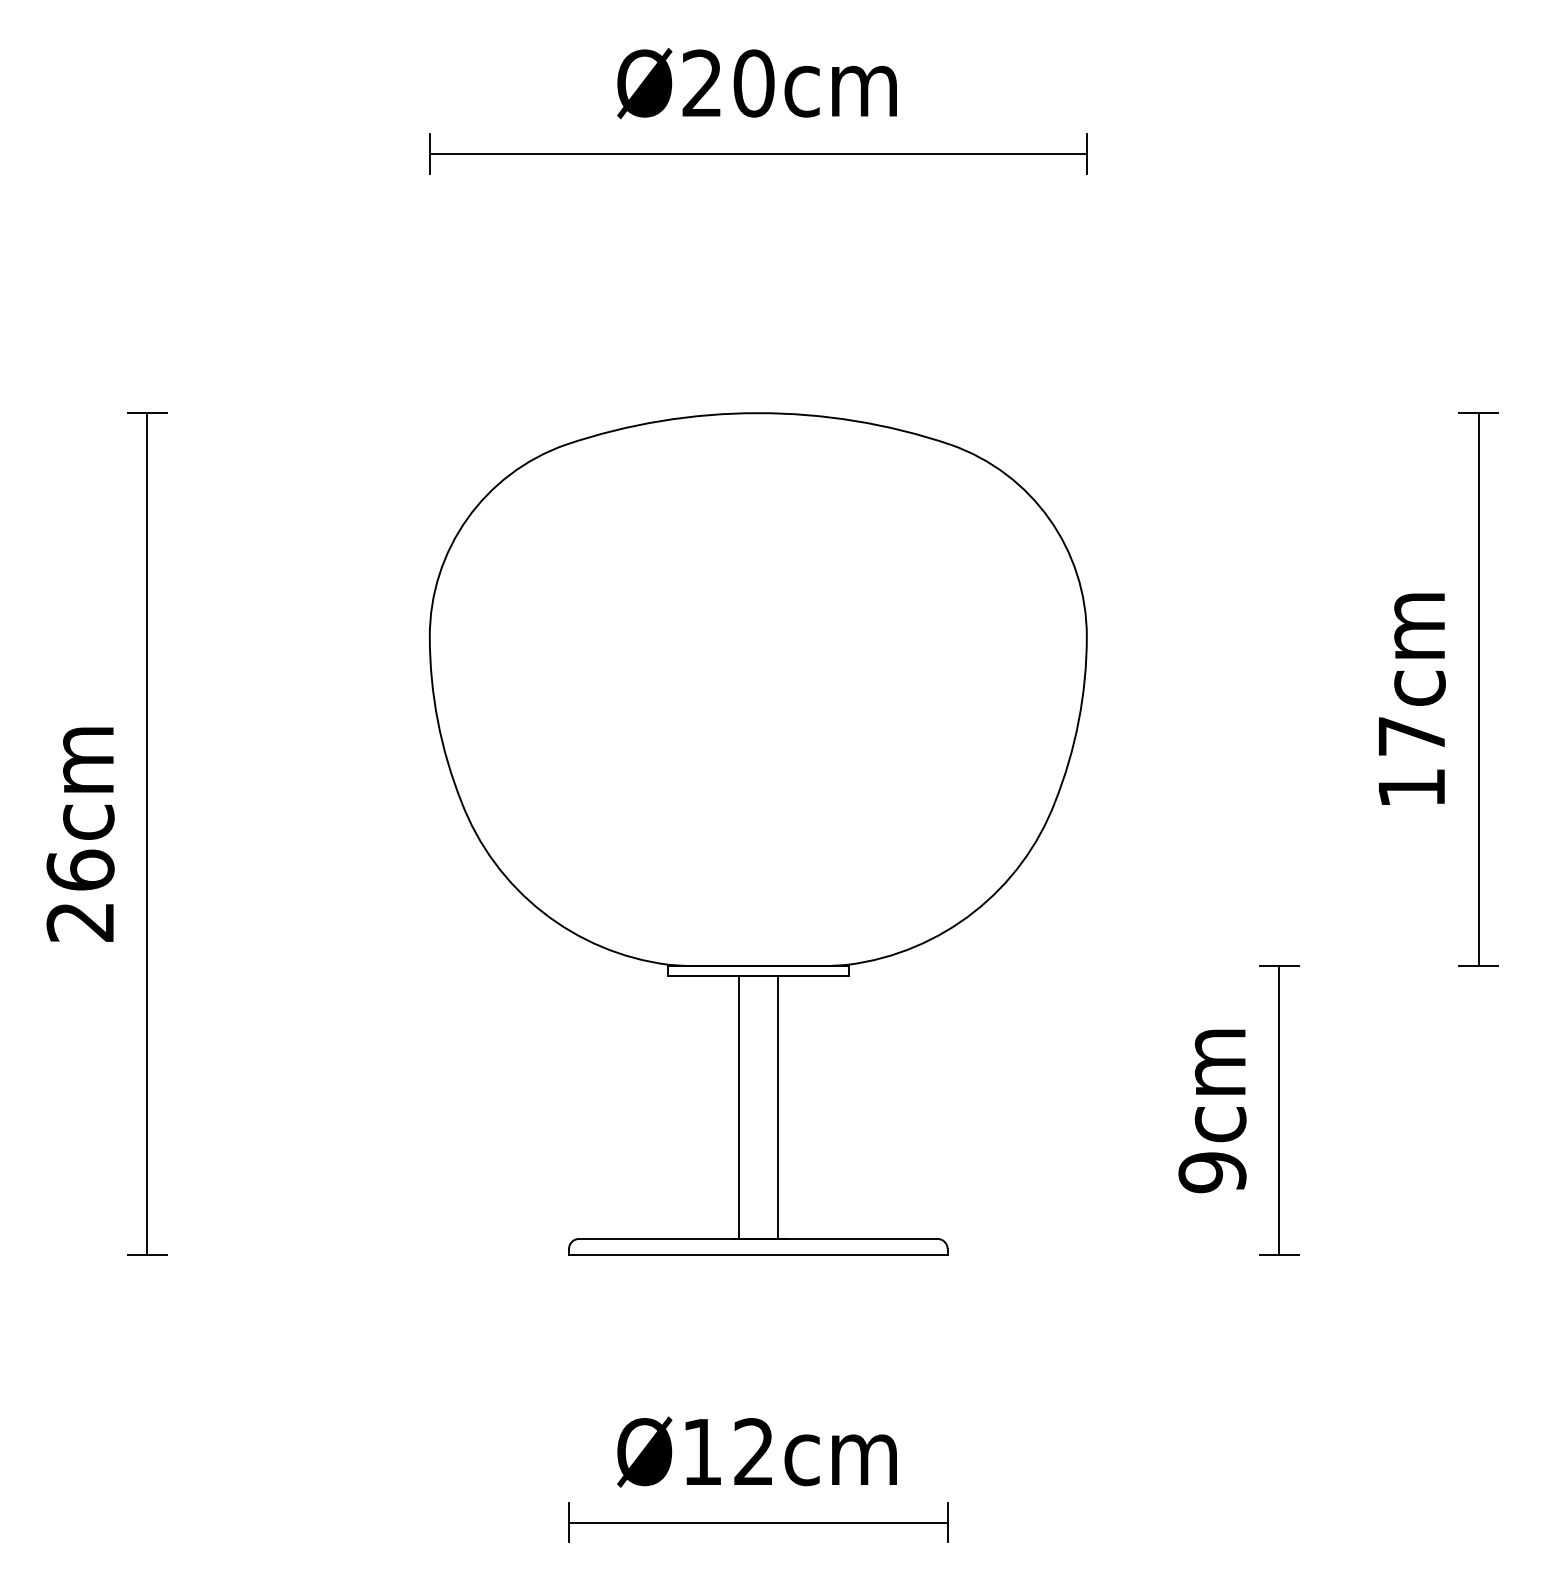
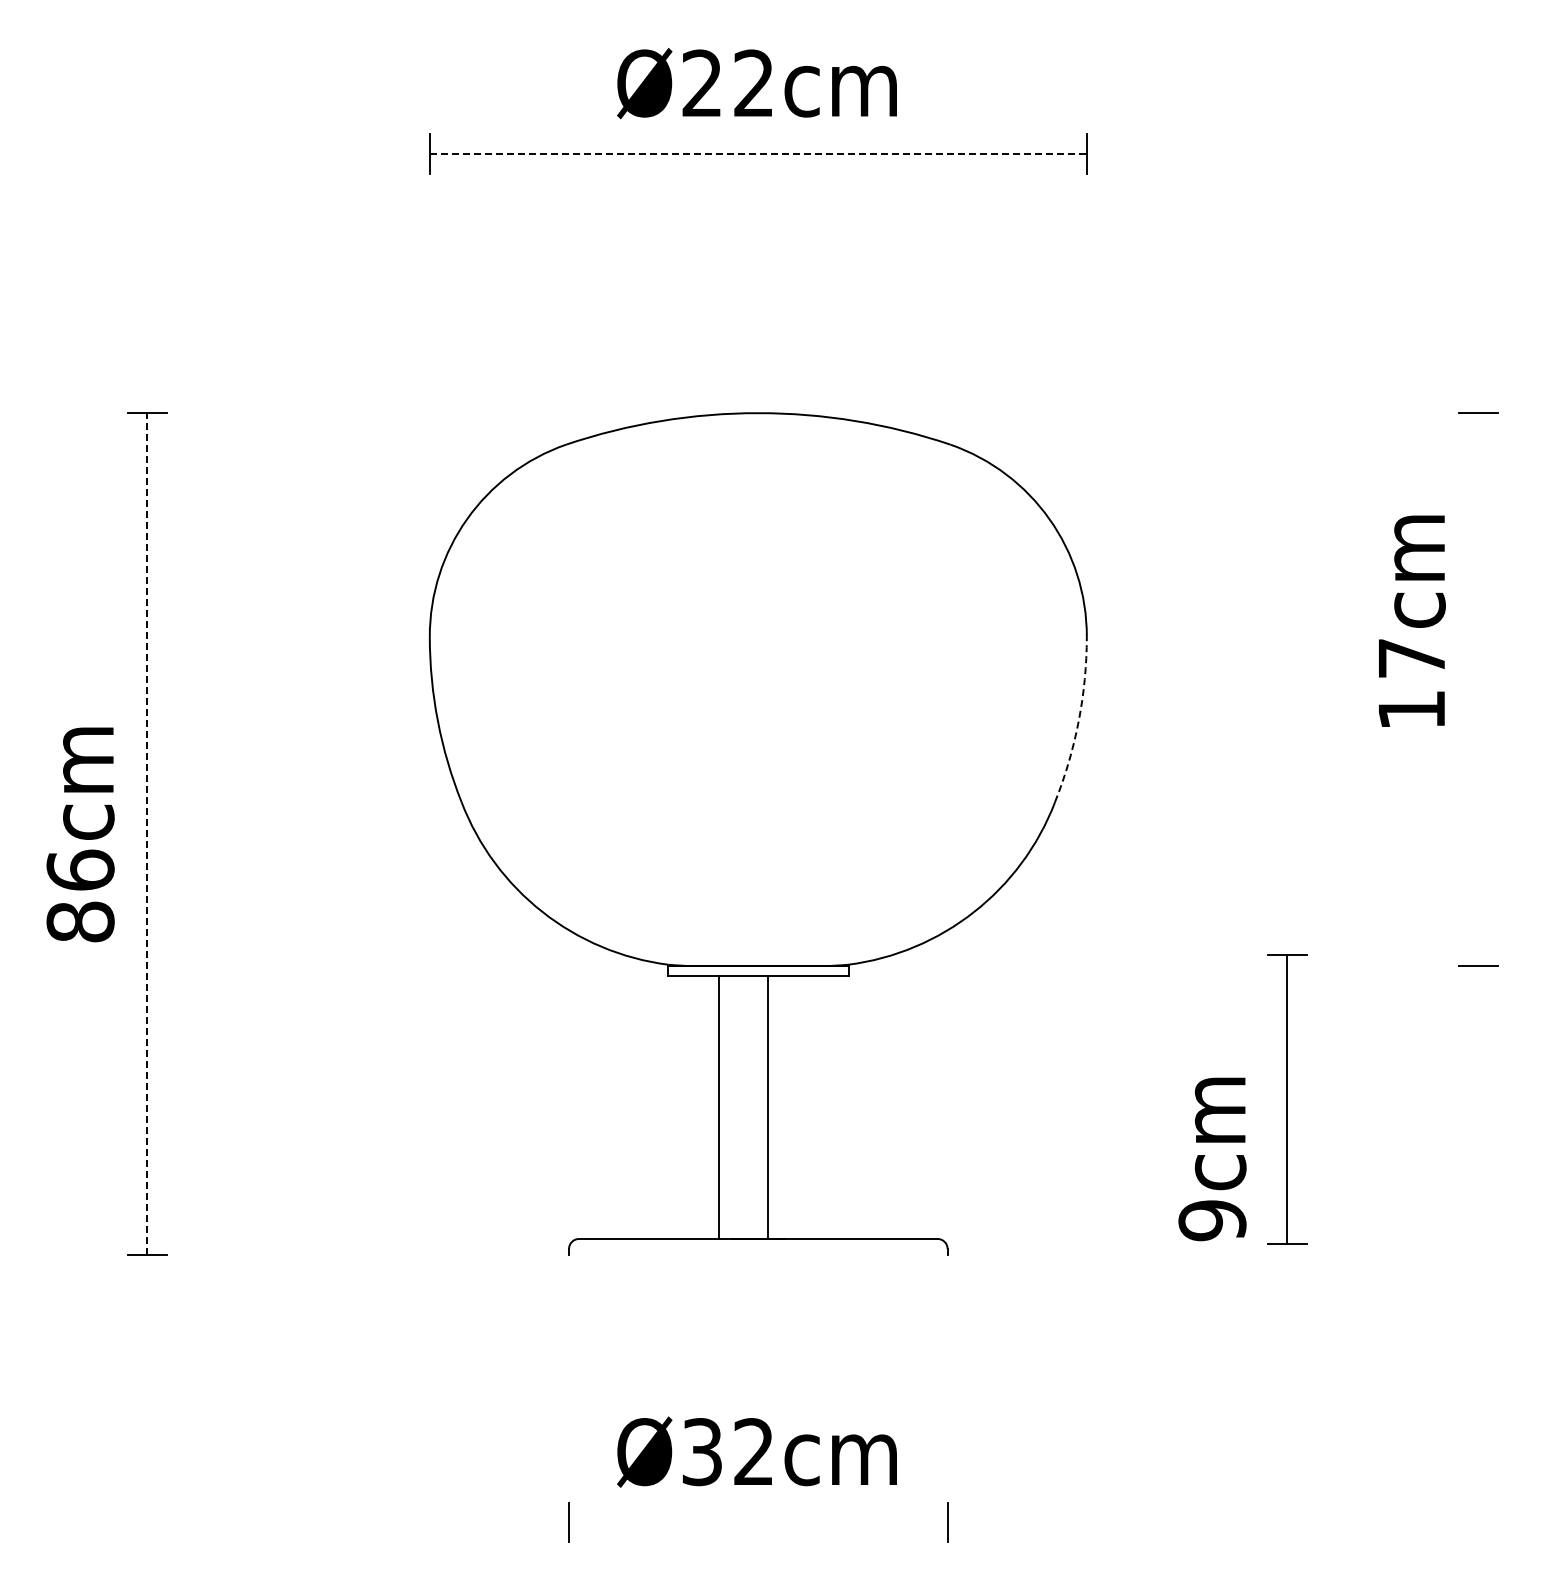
text at (753, 83): Ø20cm -> Ø22cm
line at (758, 153): solid -> dashed
line at (1478, 689): present -> none
text at (1412, 698) position: (1412, 698) -> (1412, 620)
arc at (1078, 721): solid -> dashed
line at (147, 833): solid -> dashed
text at (80, 921): 26cm -> 86cm
line at (738, 1106) position: (738, 1106) -> (718, 1106)
line at (778, 1106) position: (778, 1106) -> (768, 1106)
part at (1279, 1110) position: (1279, 1110) -> (1287, 1099)
text at (1212, 1111) position: (1212, 1111) -> (1212, 1159)
line at (758, 1255): present -> none
text at (701, 1452): Ø12cm -> Ø32cm
line at (758, 1522): present -> none
